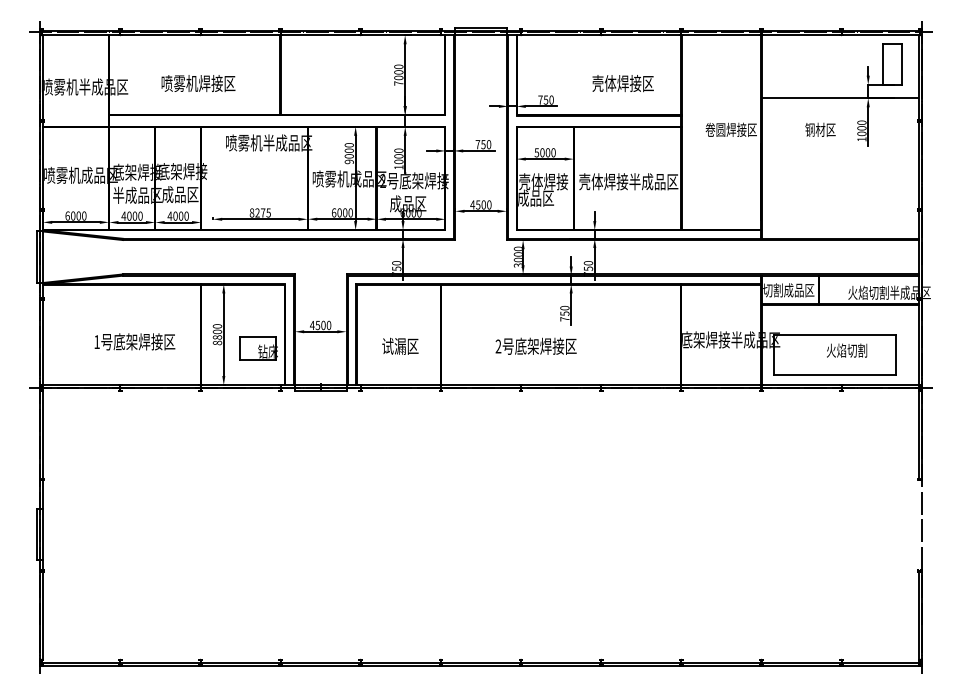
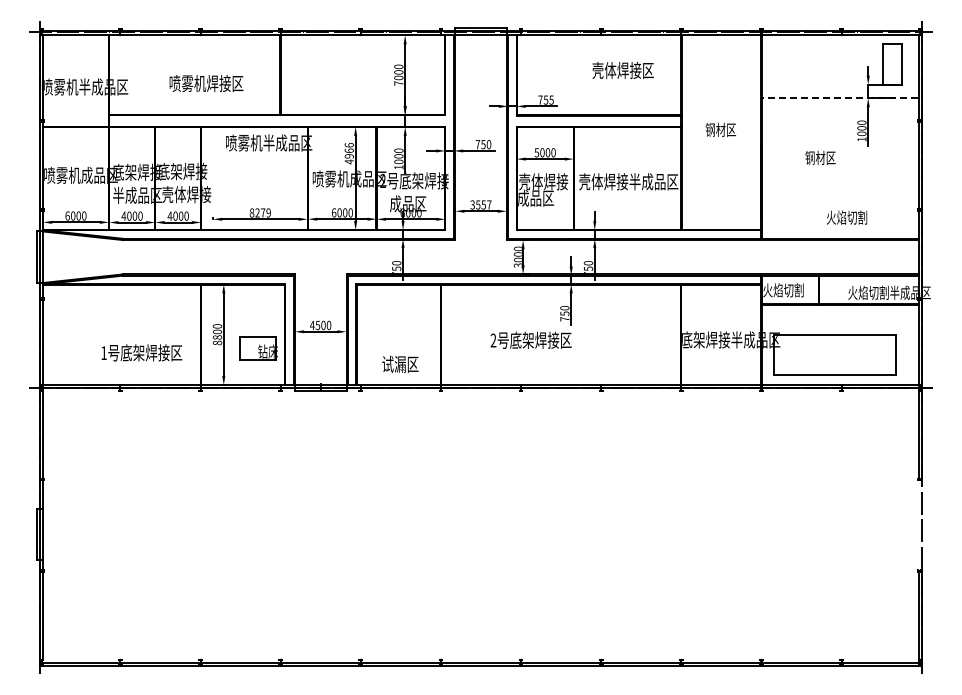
text at (198, 83) position: (198, 83) -> (206, 83)
text at (622, 83) position: (622, 83) -> (622, 70)
line at (839, 98): solid -> dashed
text at (551, 99): 750 -> 755
text at (730, 129): 卷圆焊接区 -> 钢材区
text at (820, 129) position: (820, 129) -> (820, 157)
text at (348, 153): 9000 -> 4966
text at (186, 194): 成品区 -> 壳体焊接
text at (480, 204): 4500 -> 3557
text at (268, 212): 8275 -> 8279
text at (788, 290): 切割成品区 -> 火焰切割
text at (134, 341) position: (134, 341) -> (141, 352)
text at (400, 345) position: (400, 345) -> (400, 363)
text at (535, 345) position: (535, 345) -> (530, 339)
text at (847, 350) position: (847, 350) -> (847, 217)
